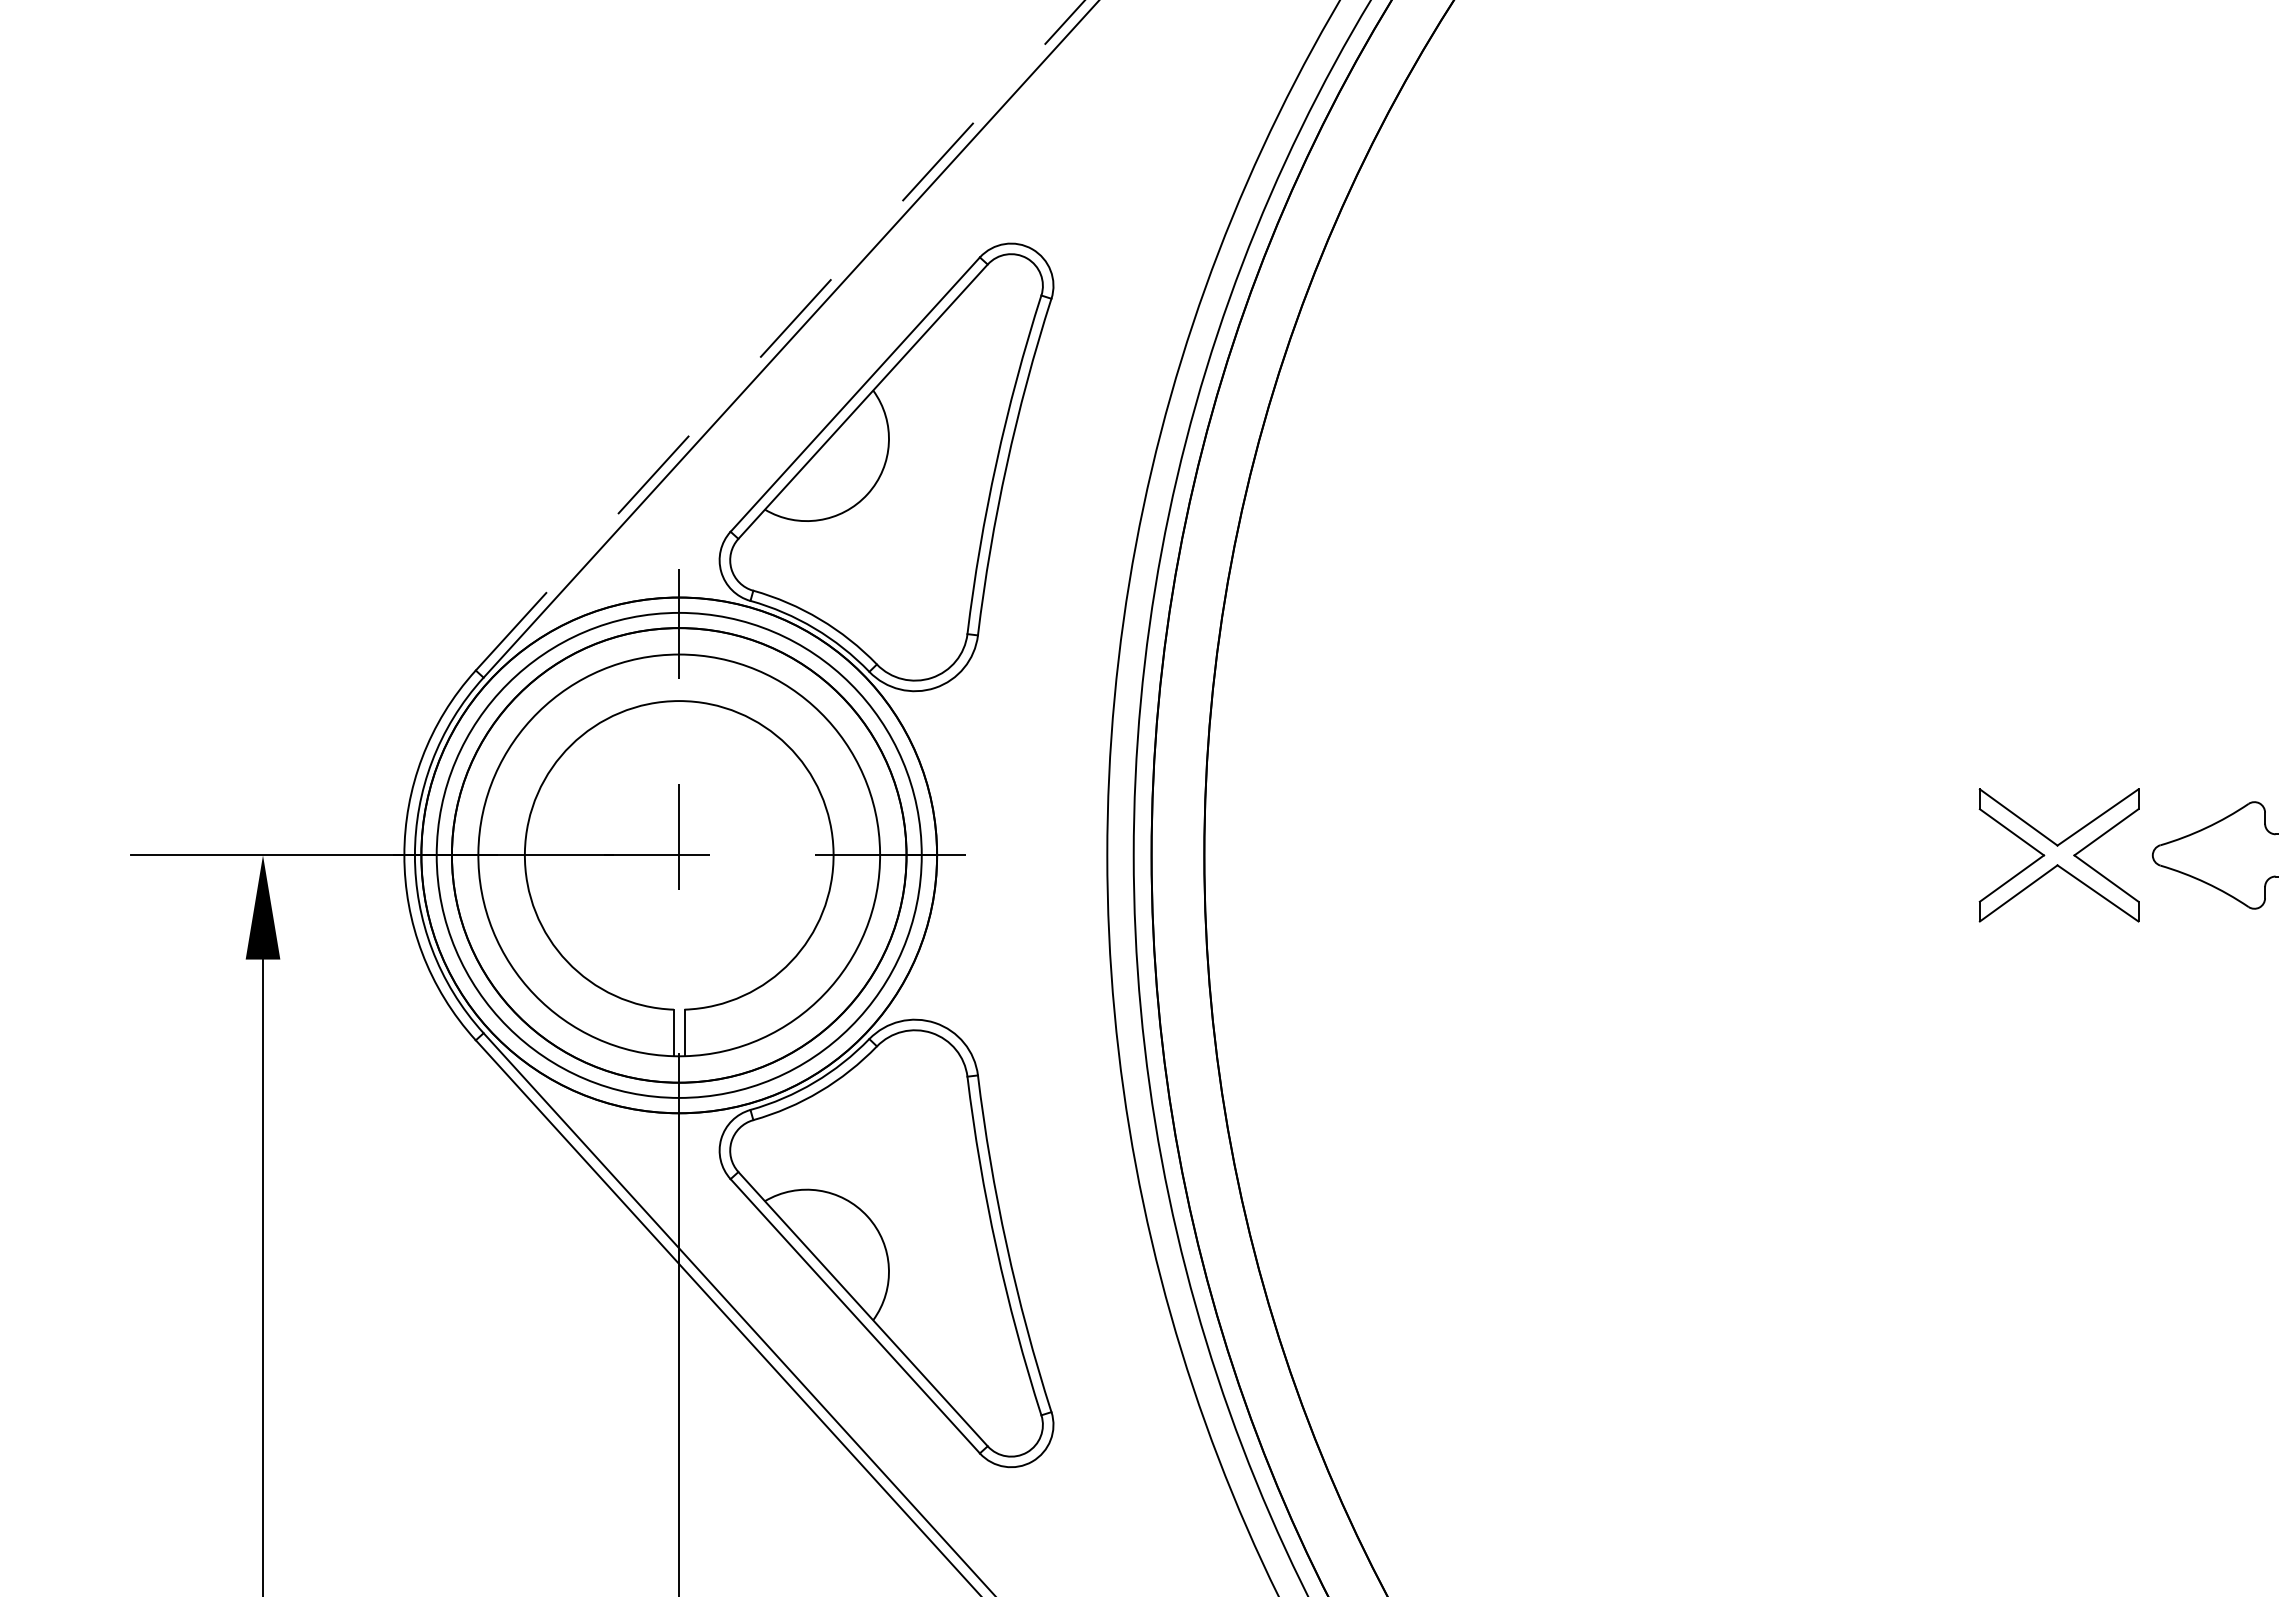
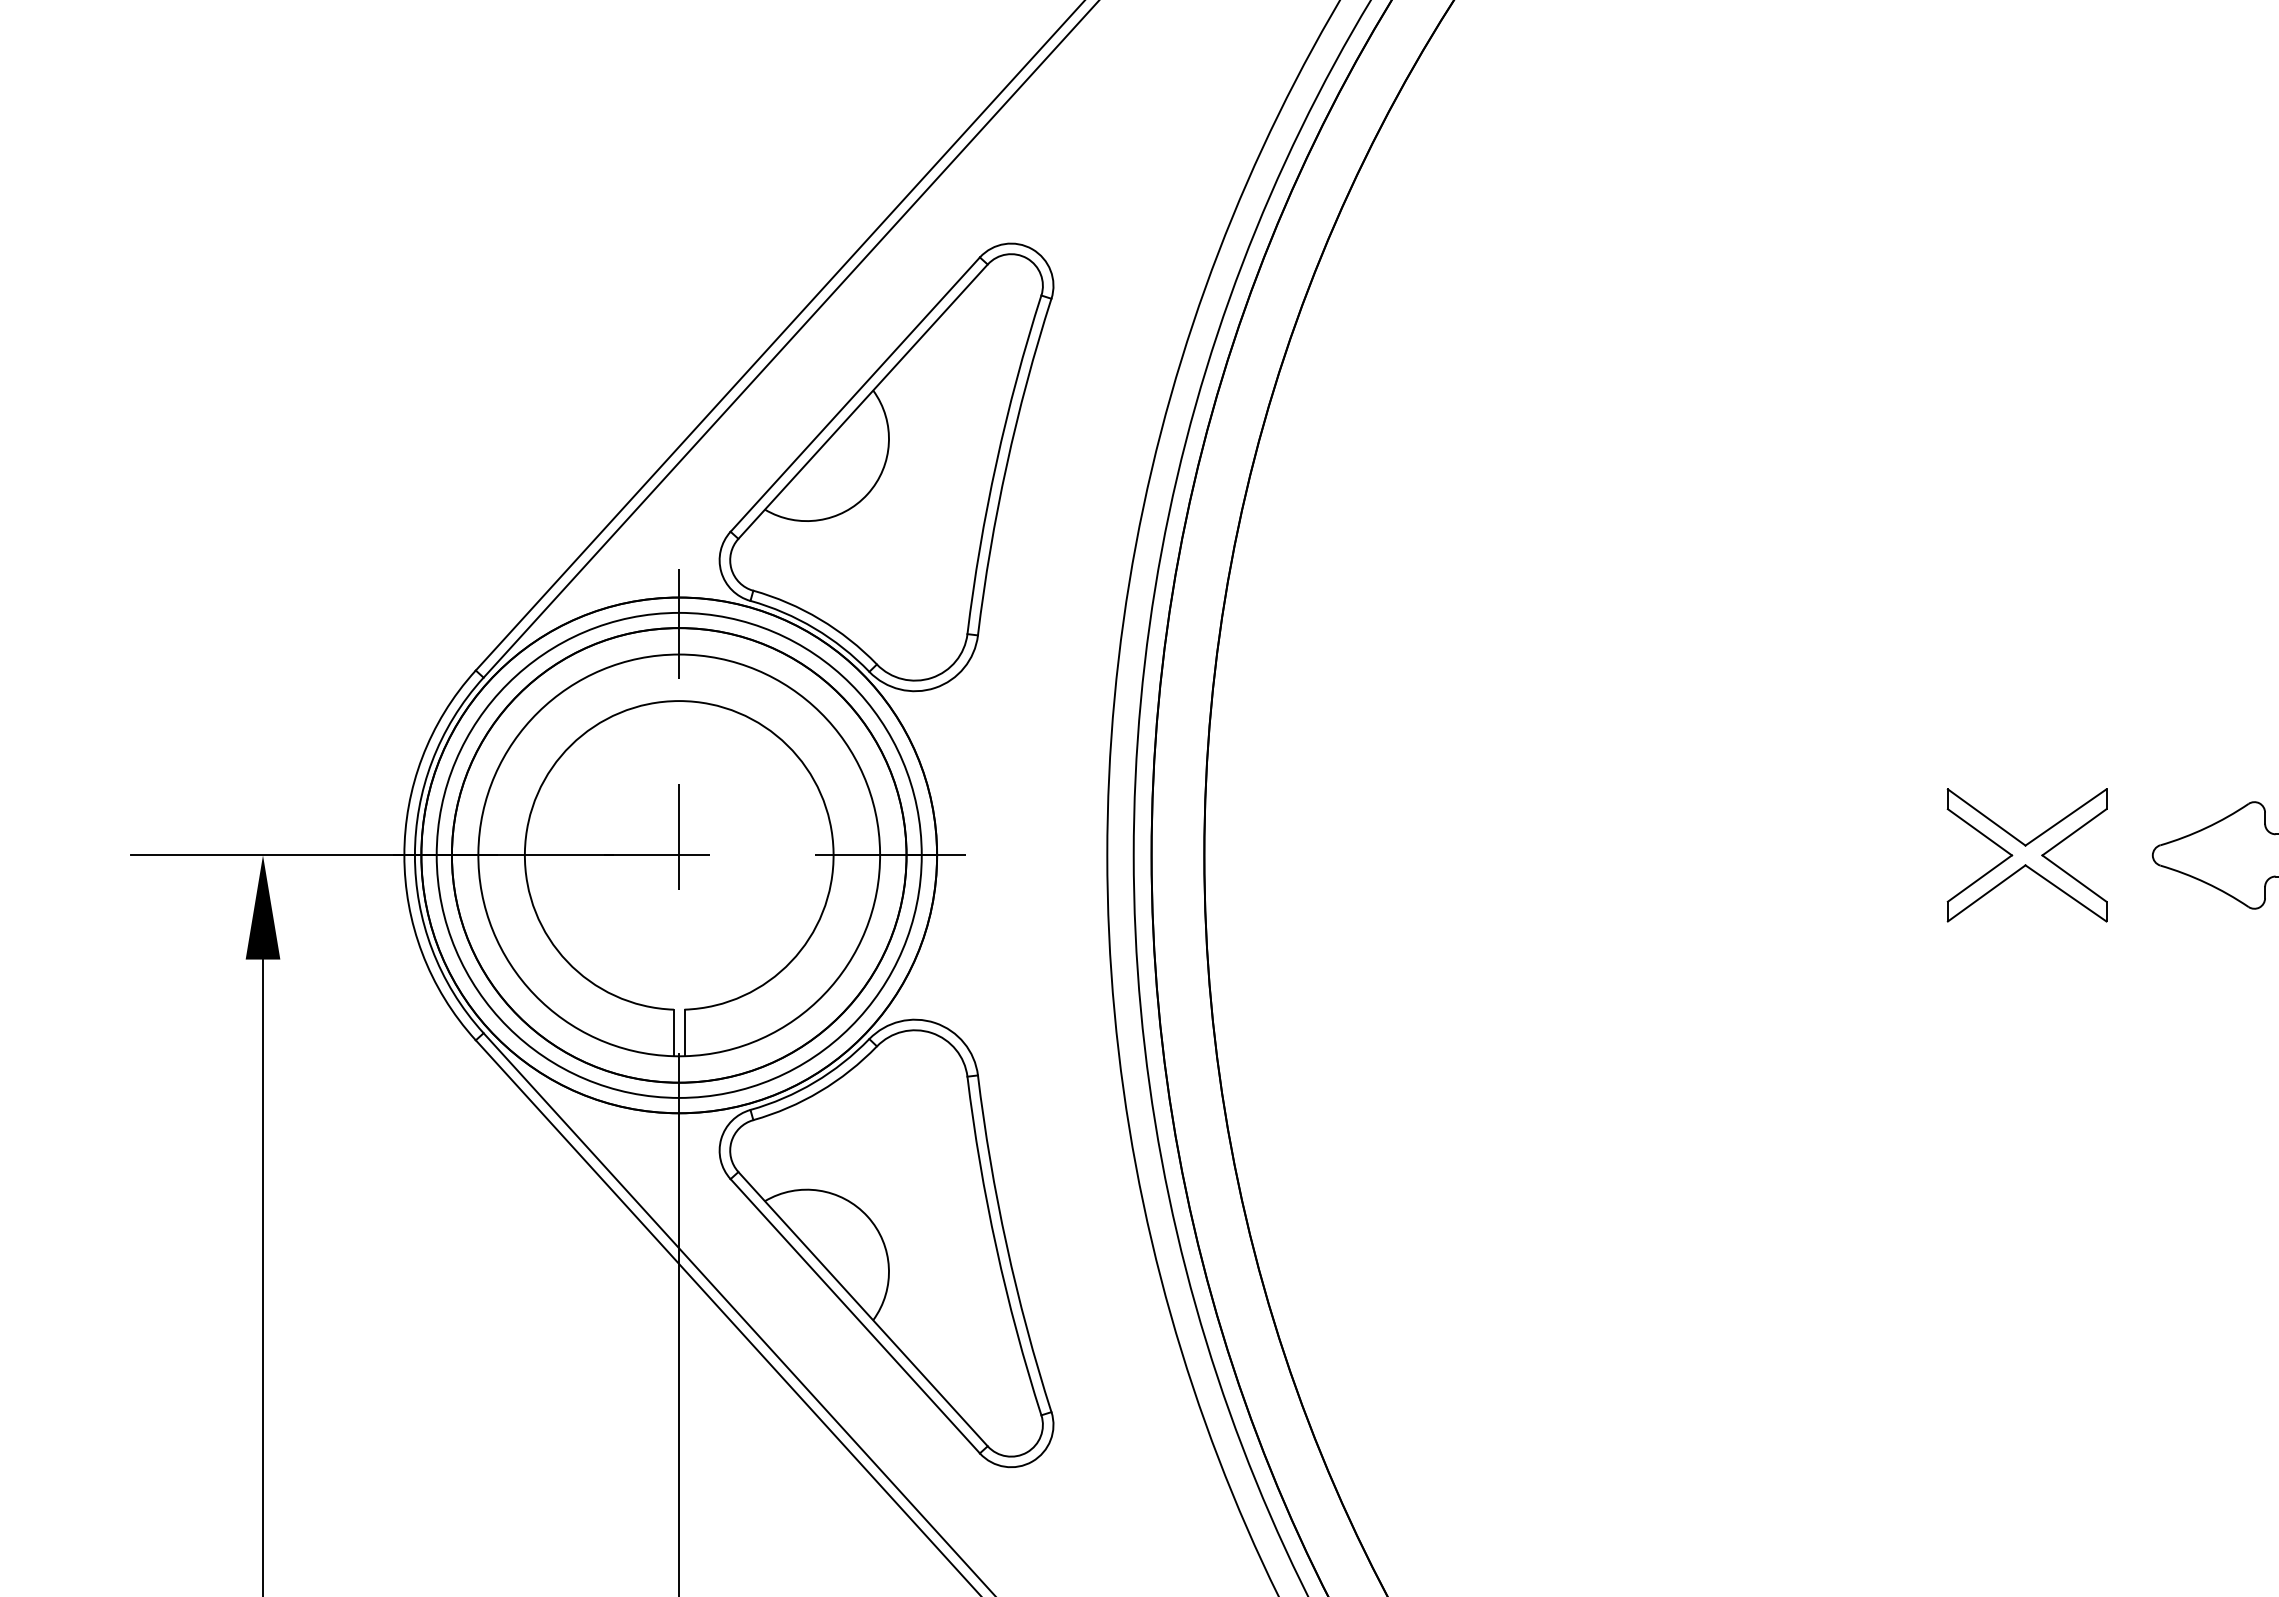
line at (780, 335): dashed -> solid
part at (2058, 855) position: (2058, 855) -> (2026, 855)
